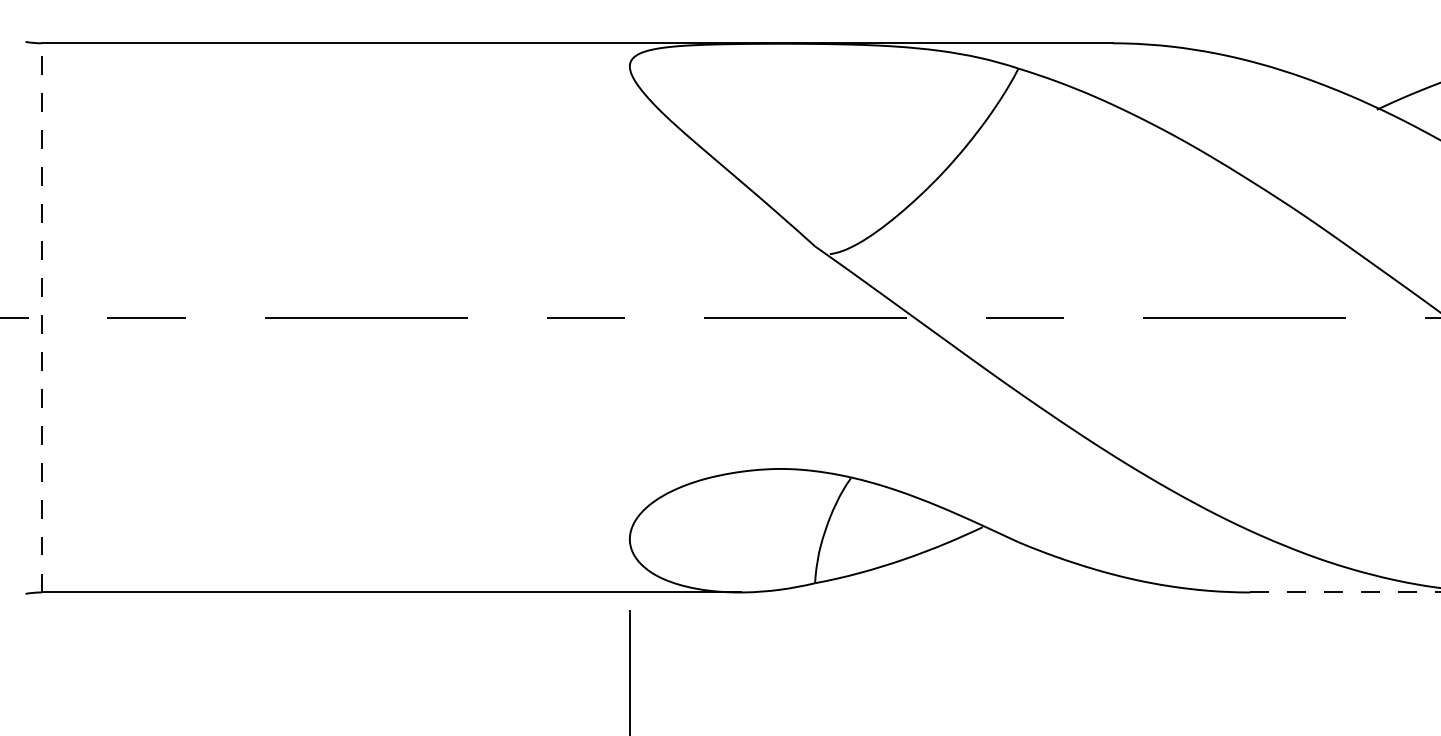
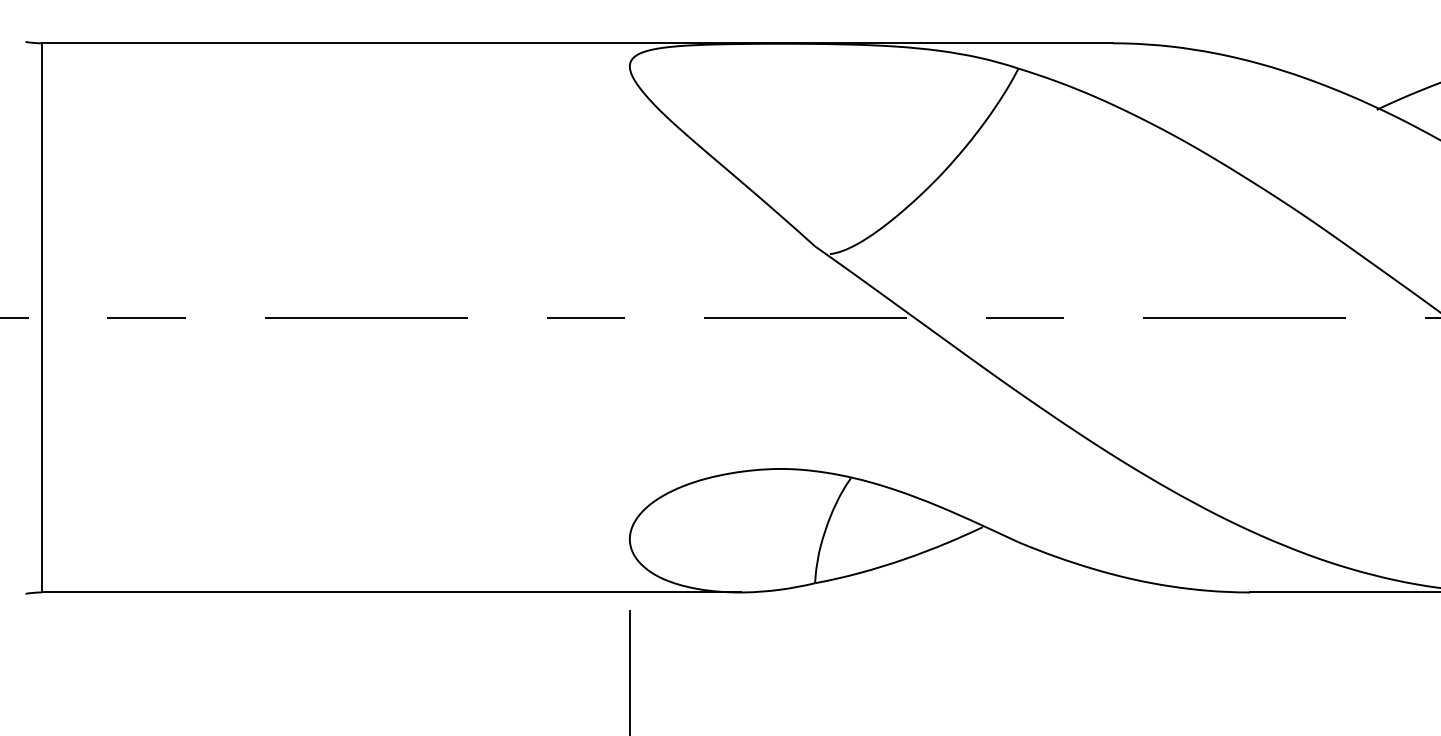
line at (41, 317): dashed -> solid
line at (1346, 592): dashed -> solid
